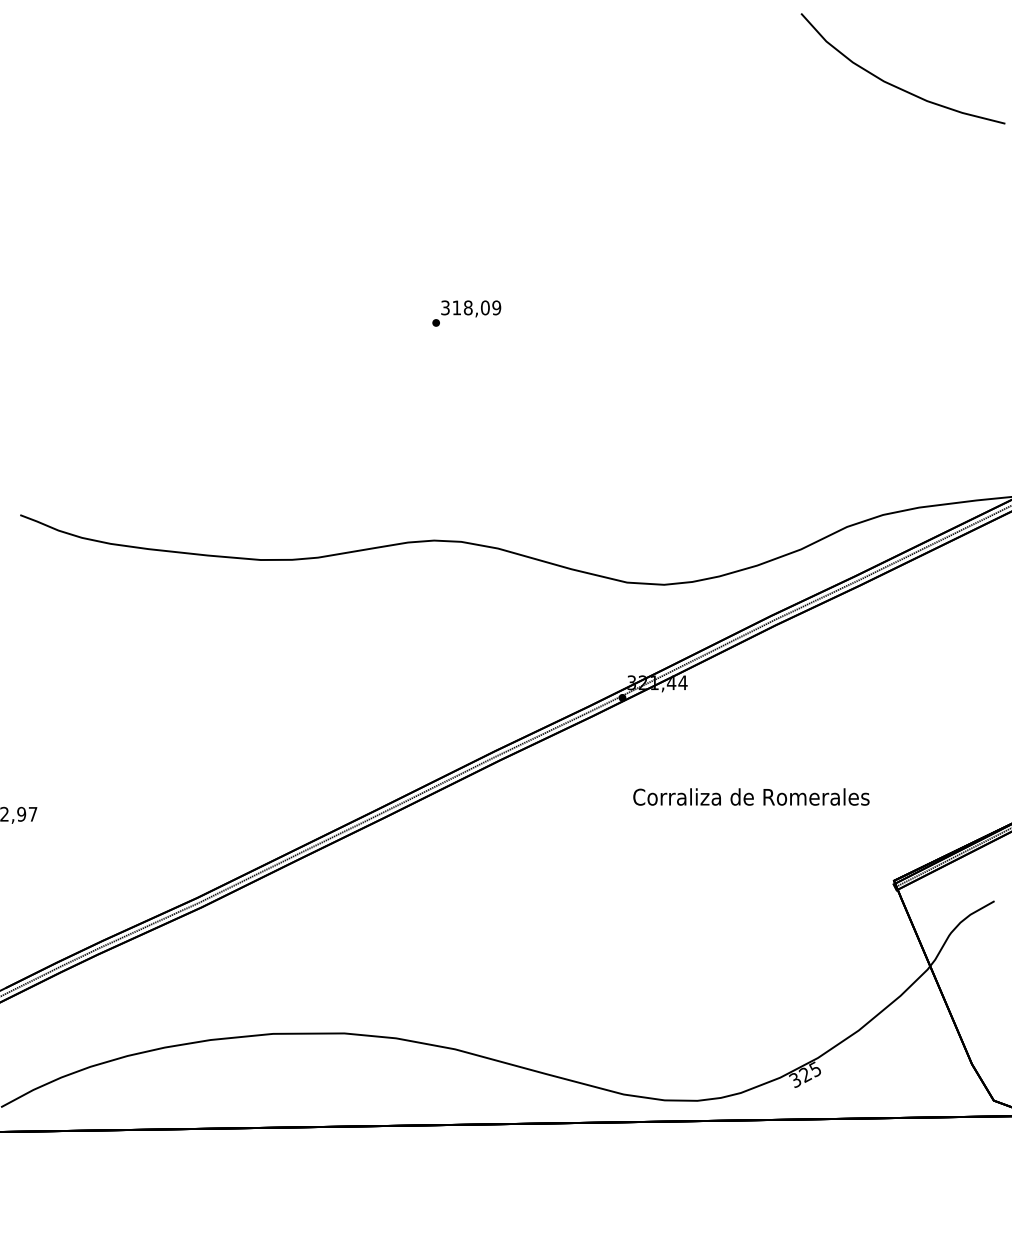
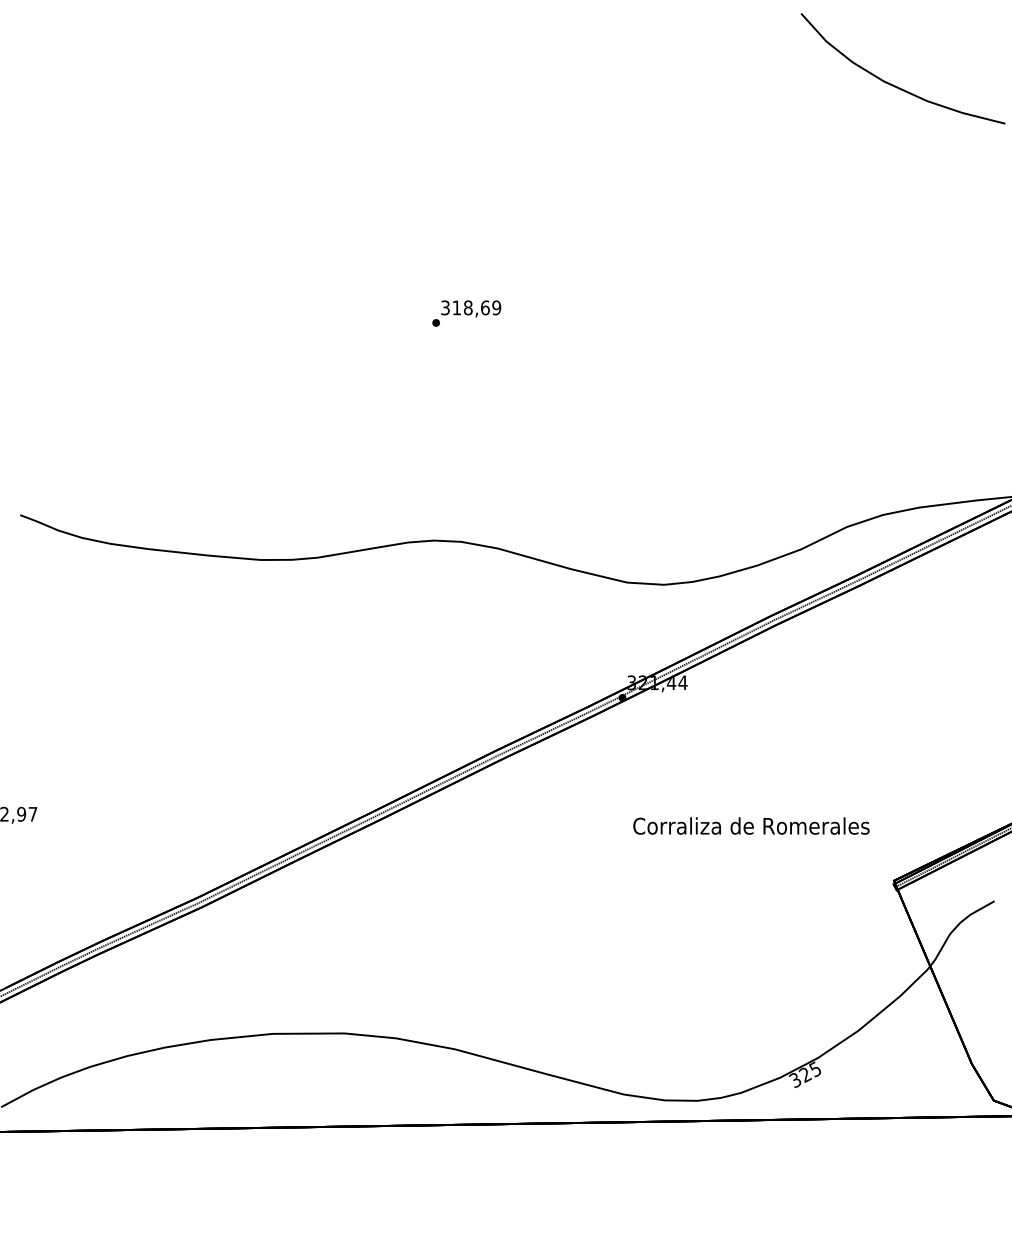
text at (485, 307): 318,09 -> 318,69
text at (751, 796) position: (751, 796) -> (751, 825)
